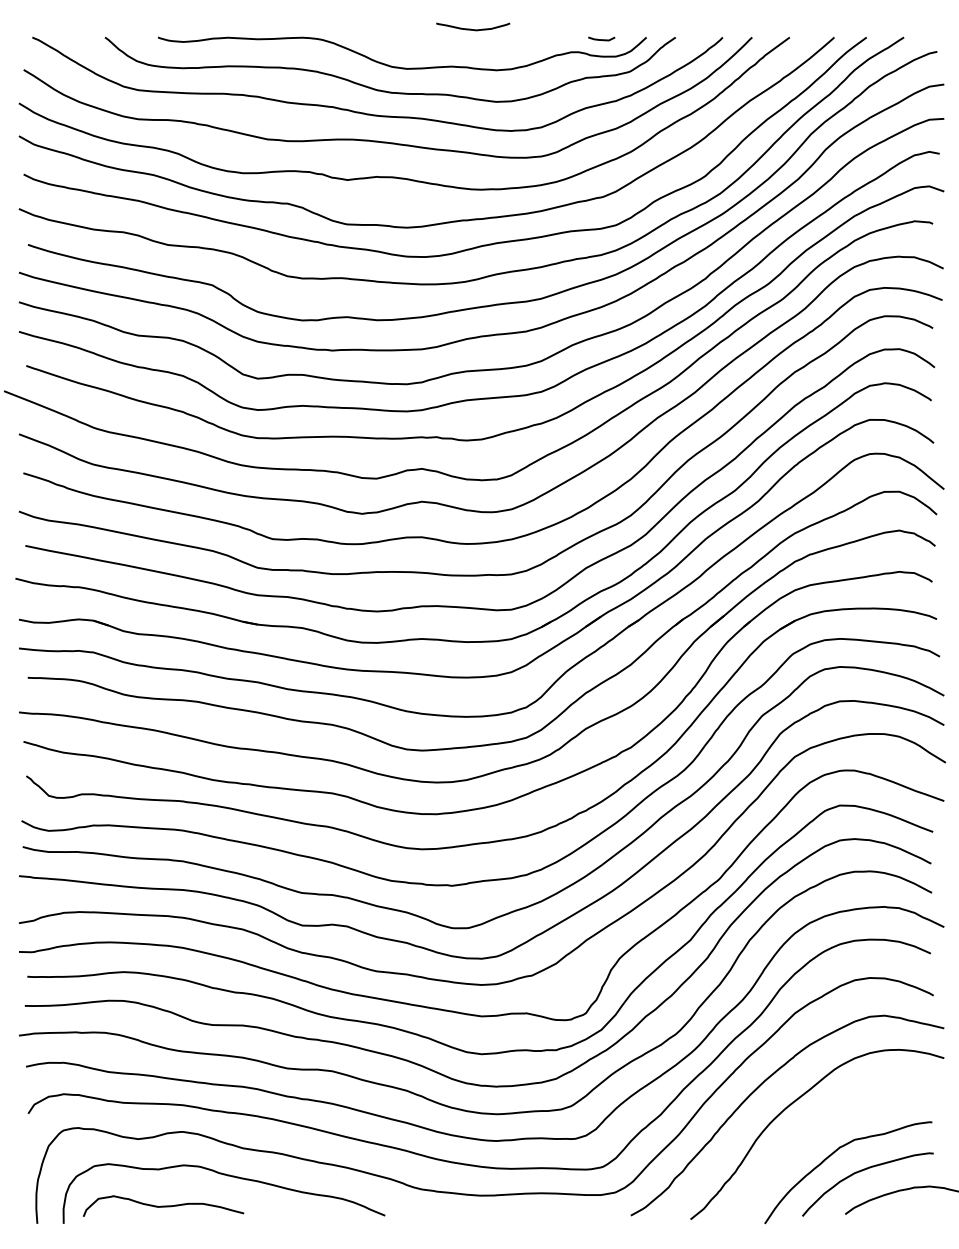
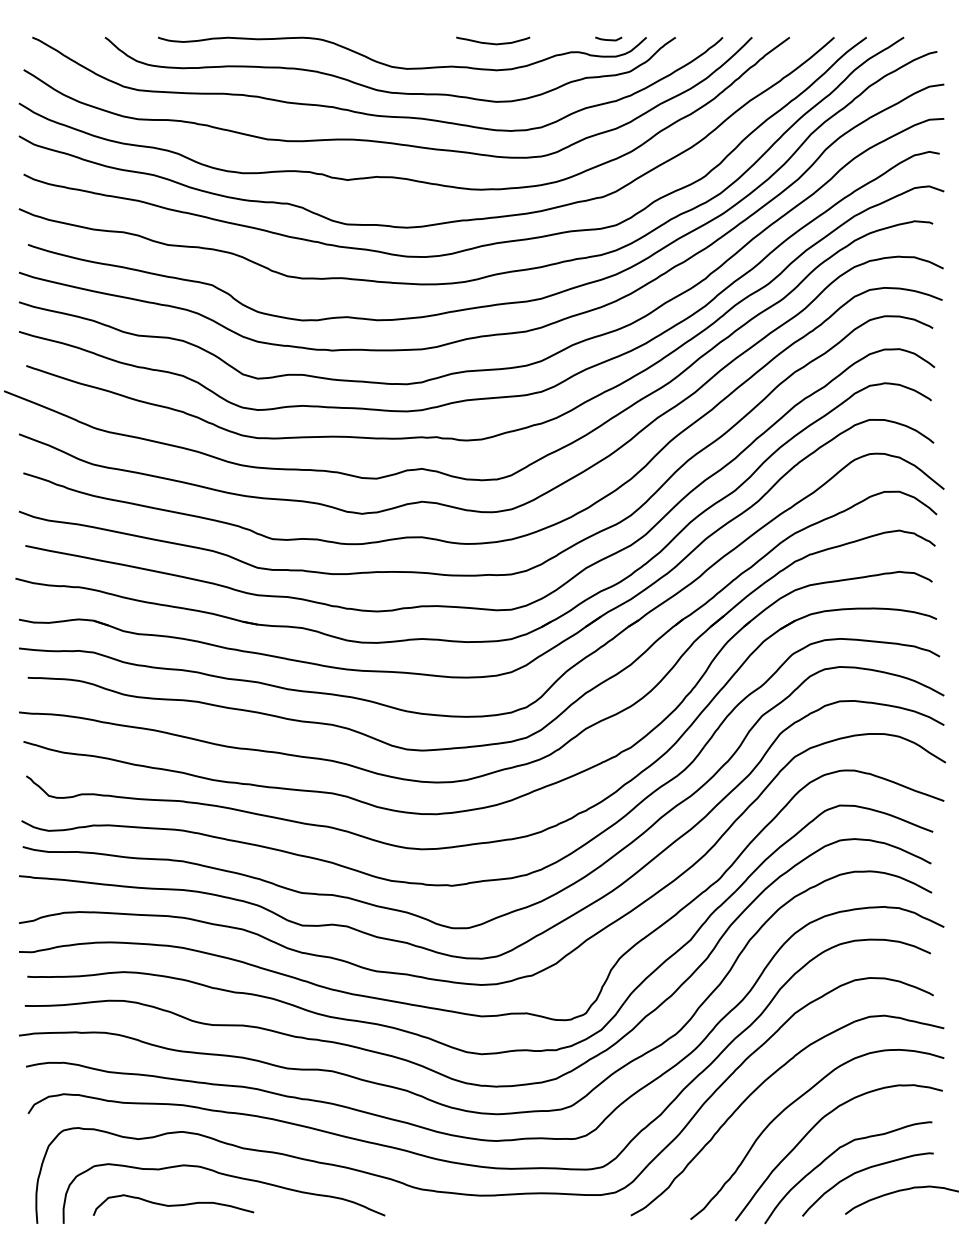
curve at (471, 28) position: (471, 28) -> (491, 42)
line at (601, 39) position: (601, 39) -> (608, 39)
curve at (814, 1127): none -> present
curve at (163, 1205) position: (163, 1205) -> (173, 1204)
